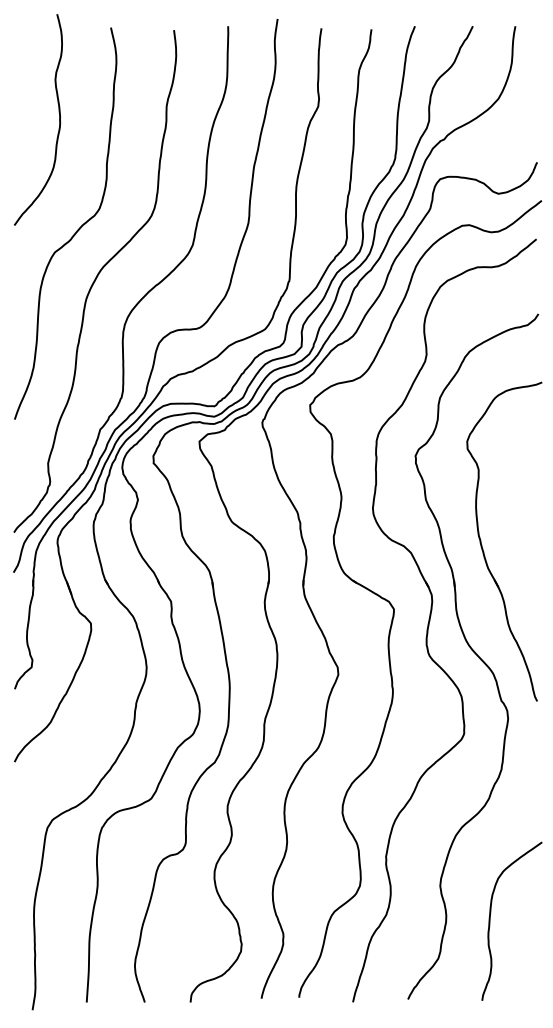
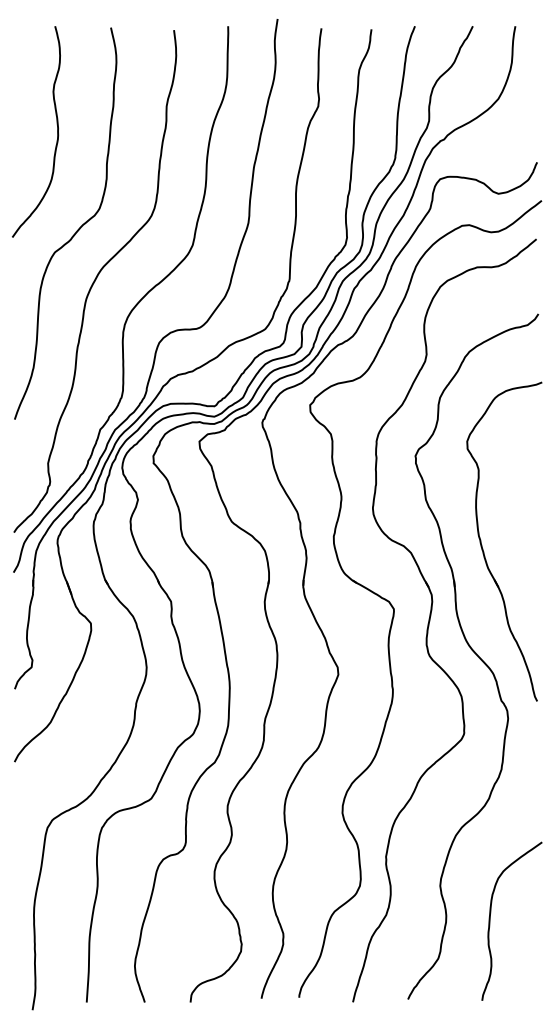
curve at (59, 119) position: (59, 119) -> (57, 131)
